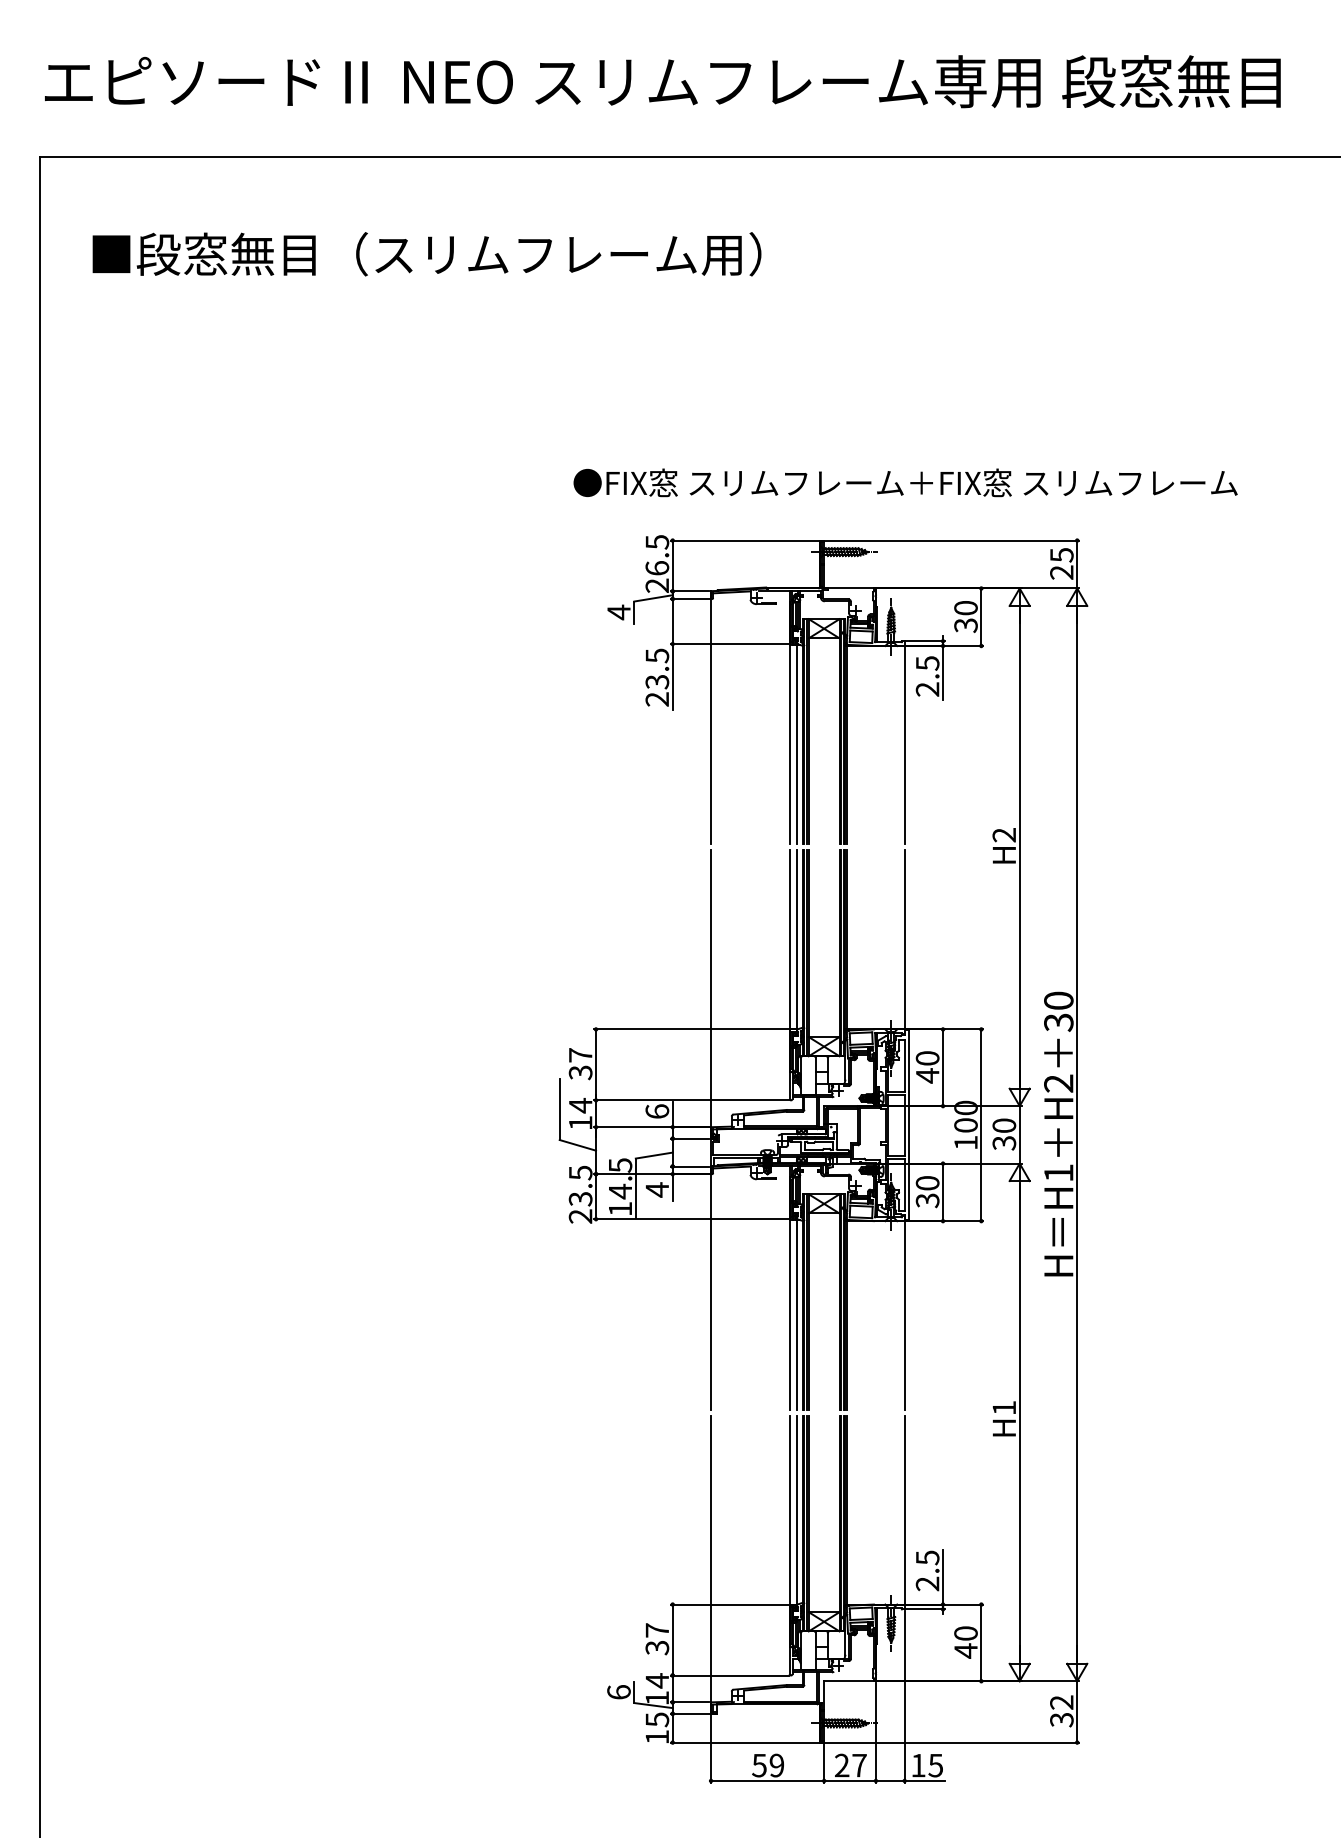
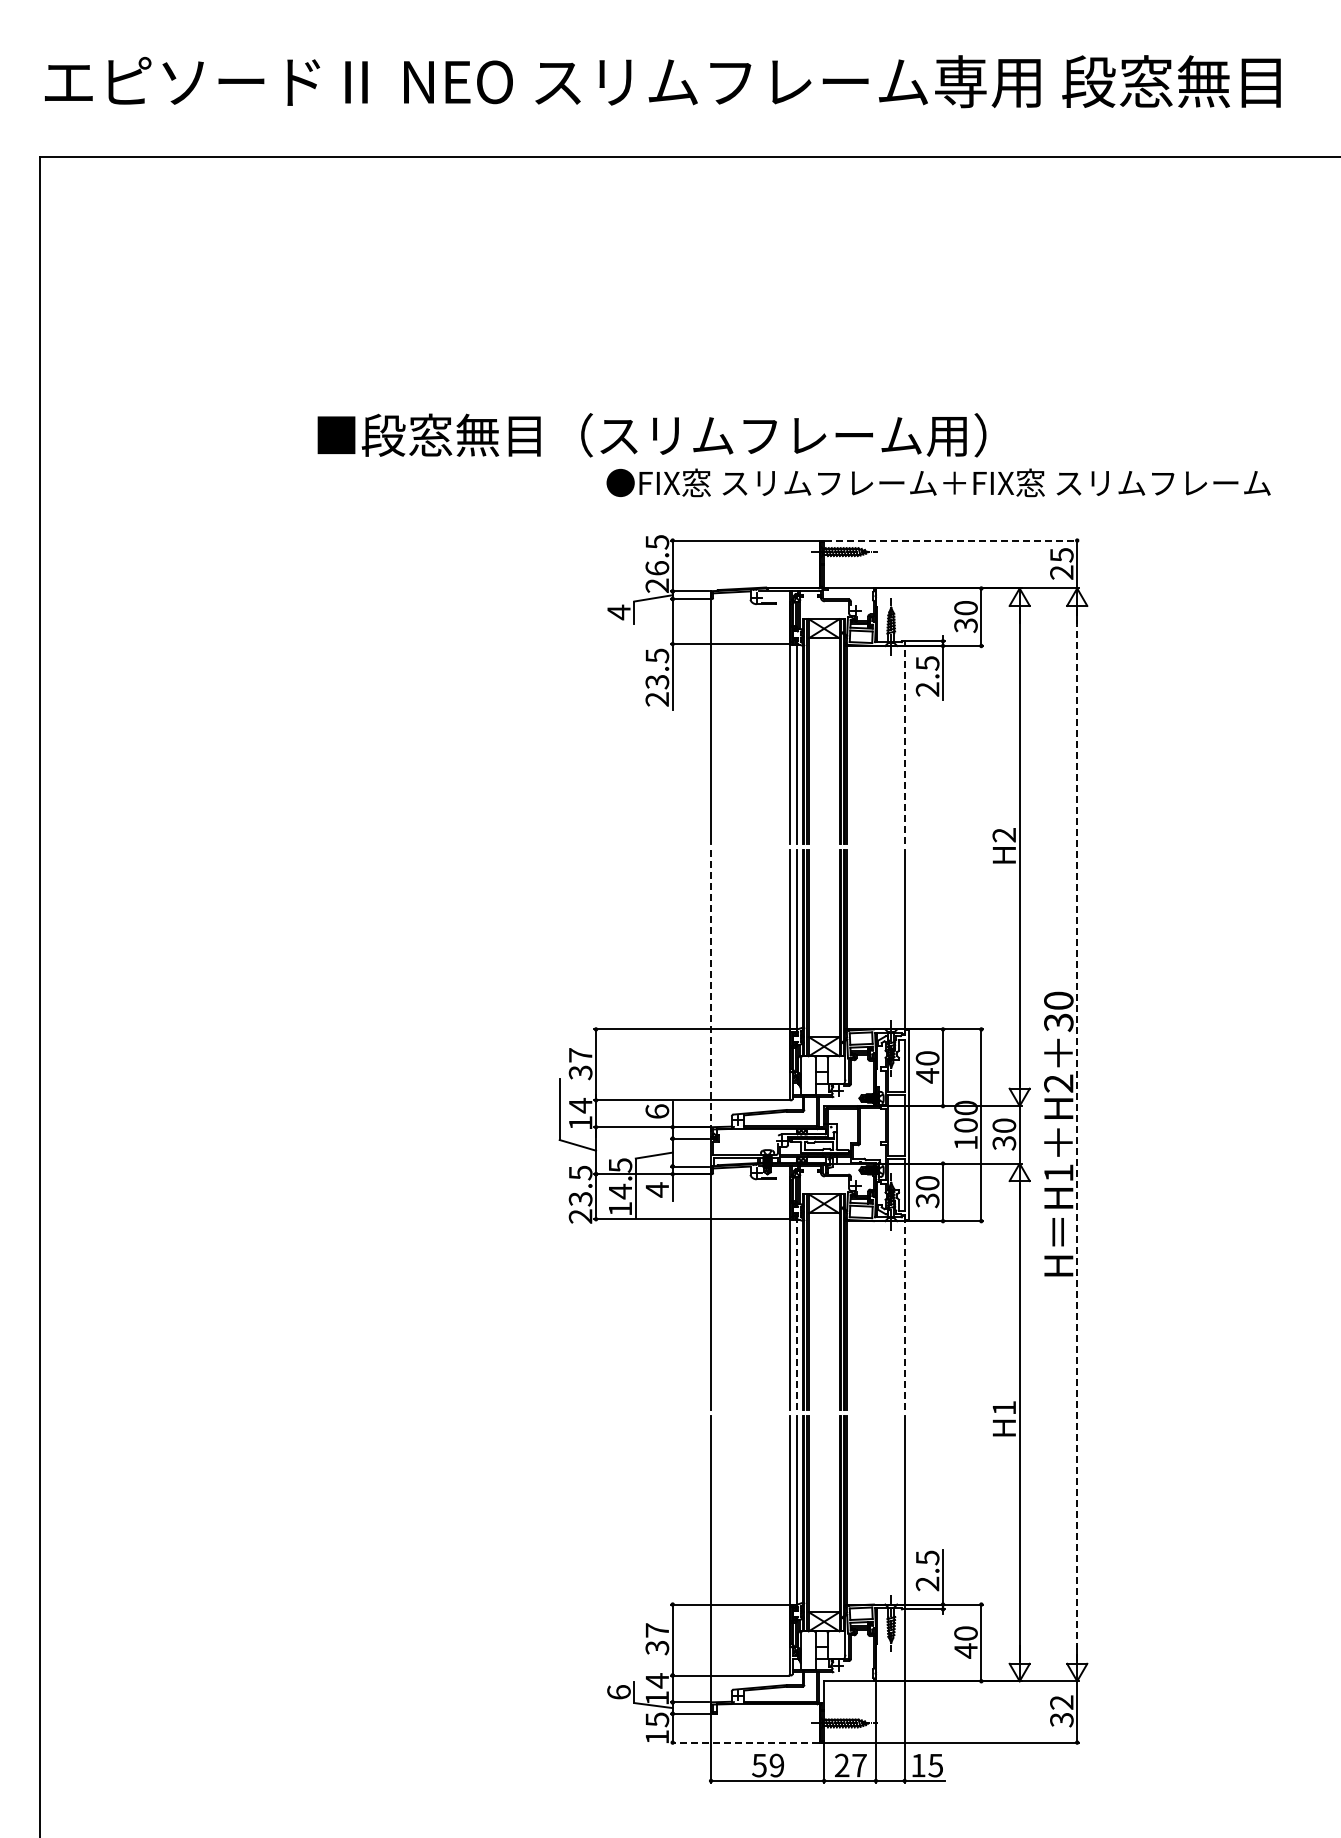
text at (426, 254) position: (426, 254) -> (651, 435)
text at (905, 482) position: (905, 482) -> (938, 482)
line at (952, 540): solid -> dashed
line at (904, 744): solid -> dashed
line at (711, 994): solid -> dashed
line at (1077, 1135): solid -> dashed
line at (797, 1315): solid -> dashed
line at (904, 1315): solid -> dashed
line at (744, 1742): solid -> dashed
